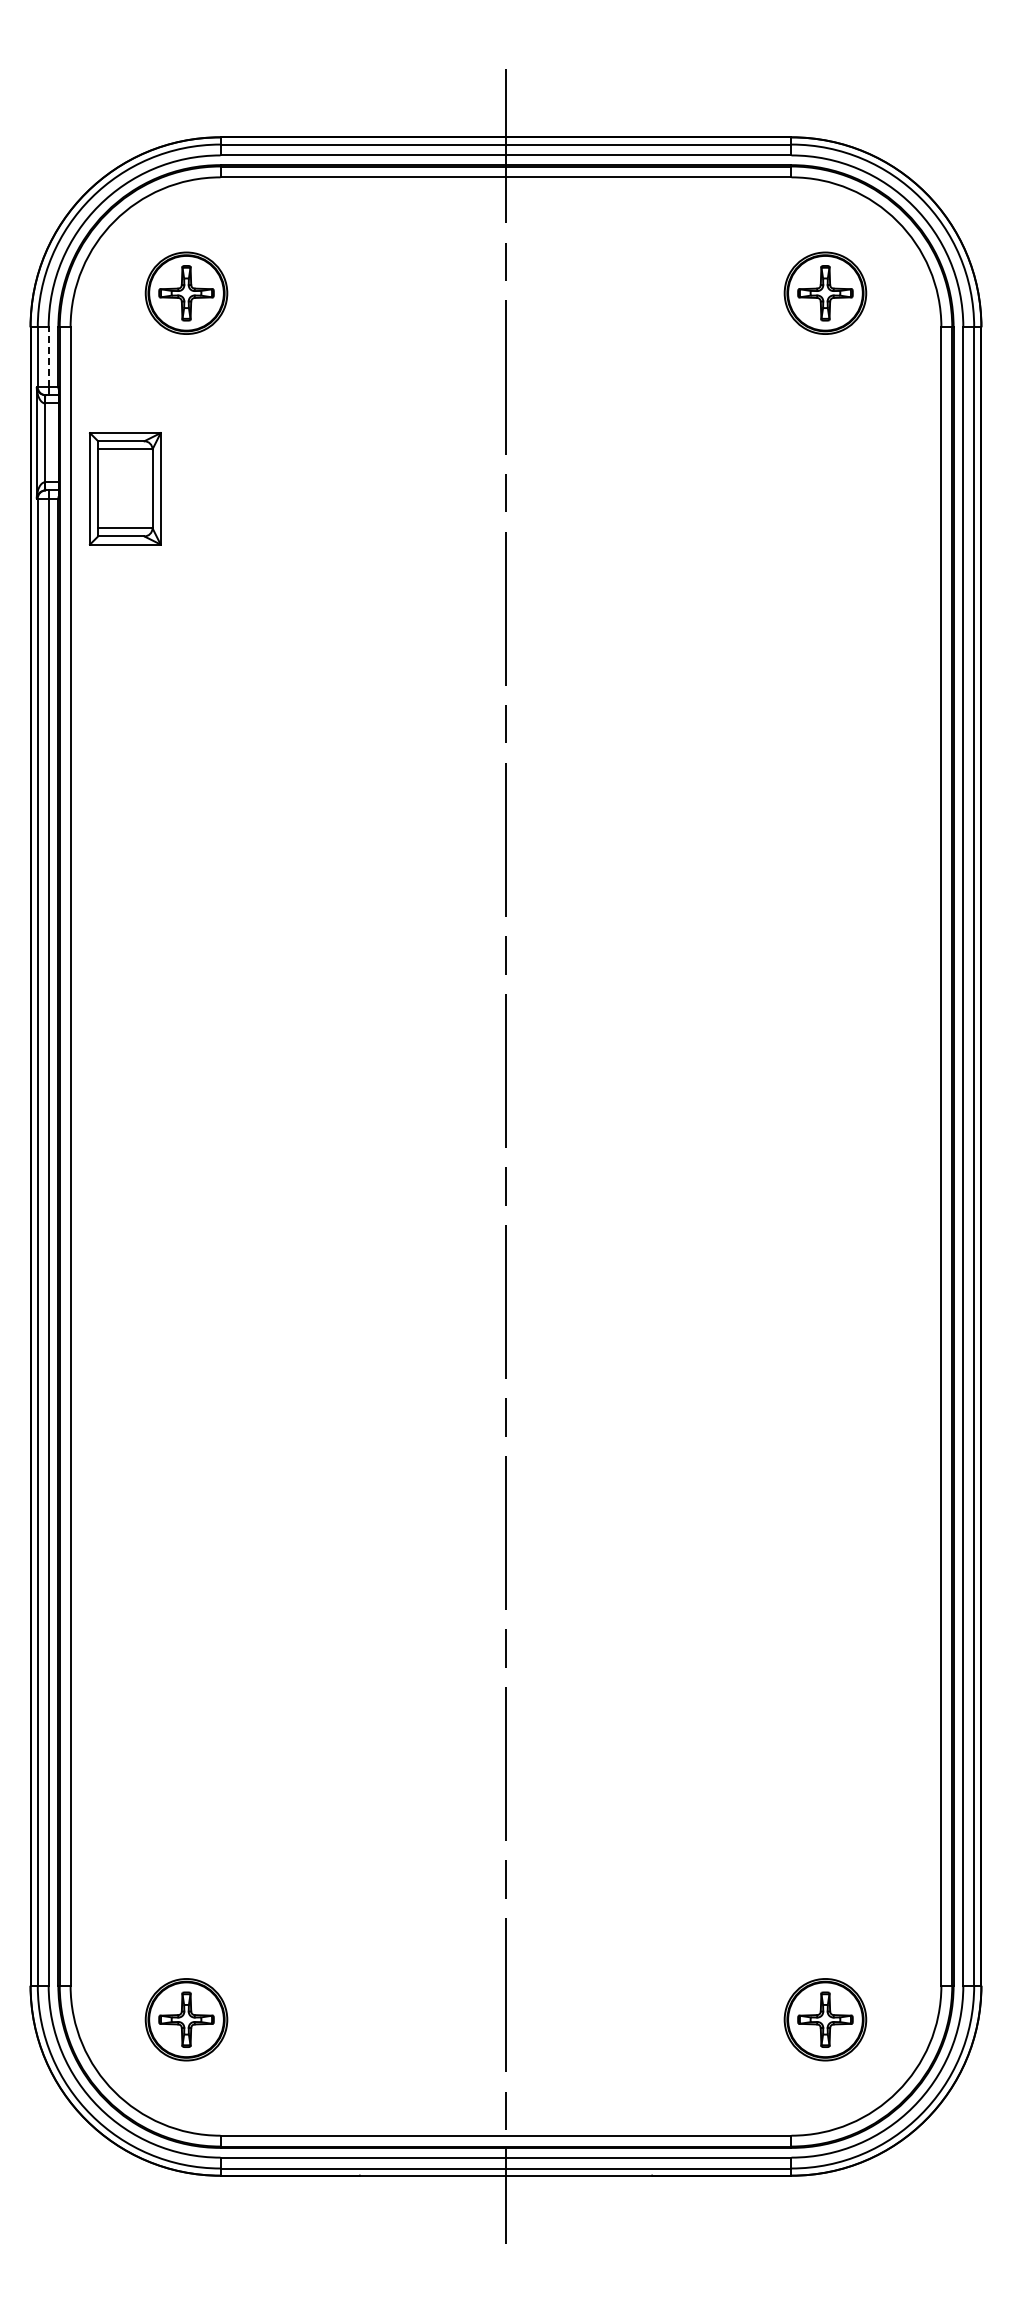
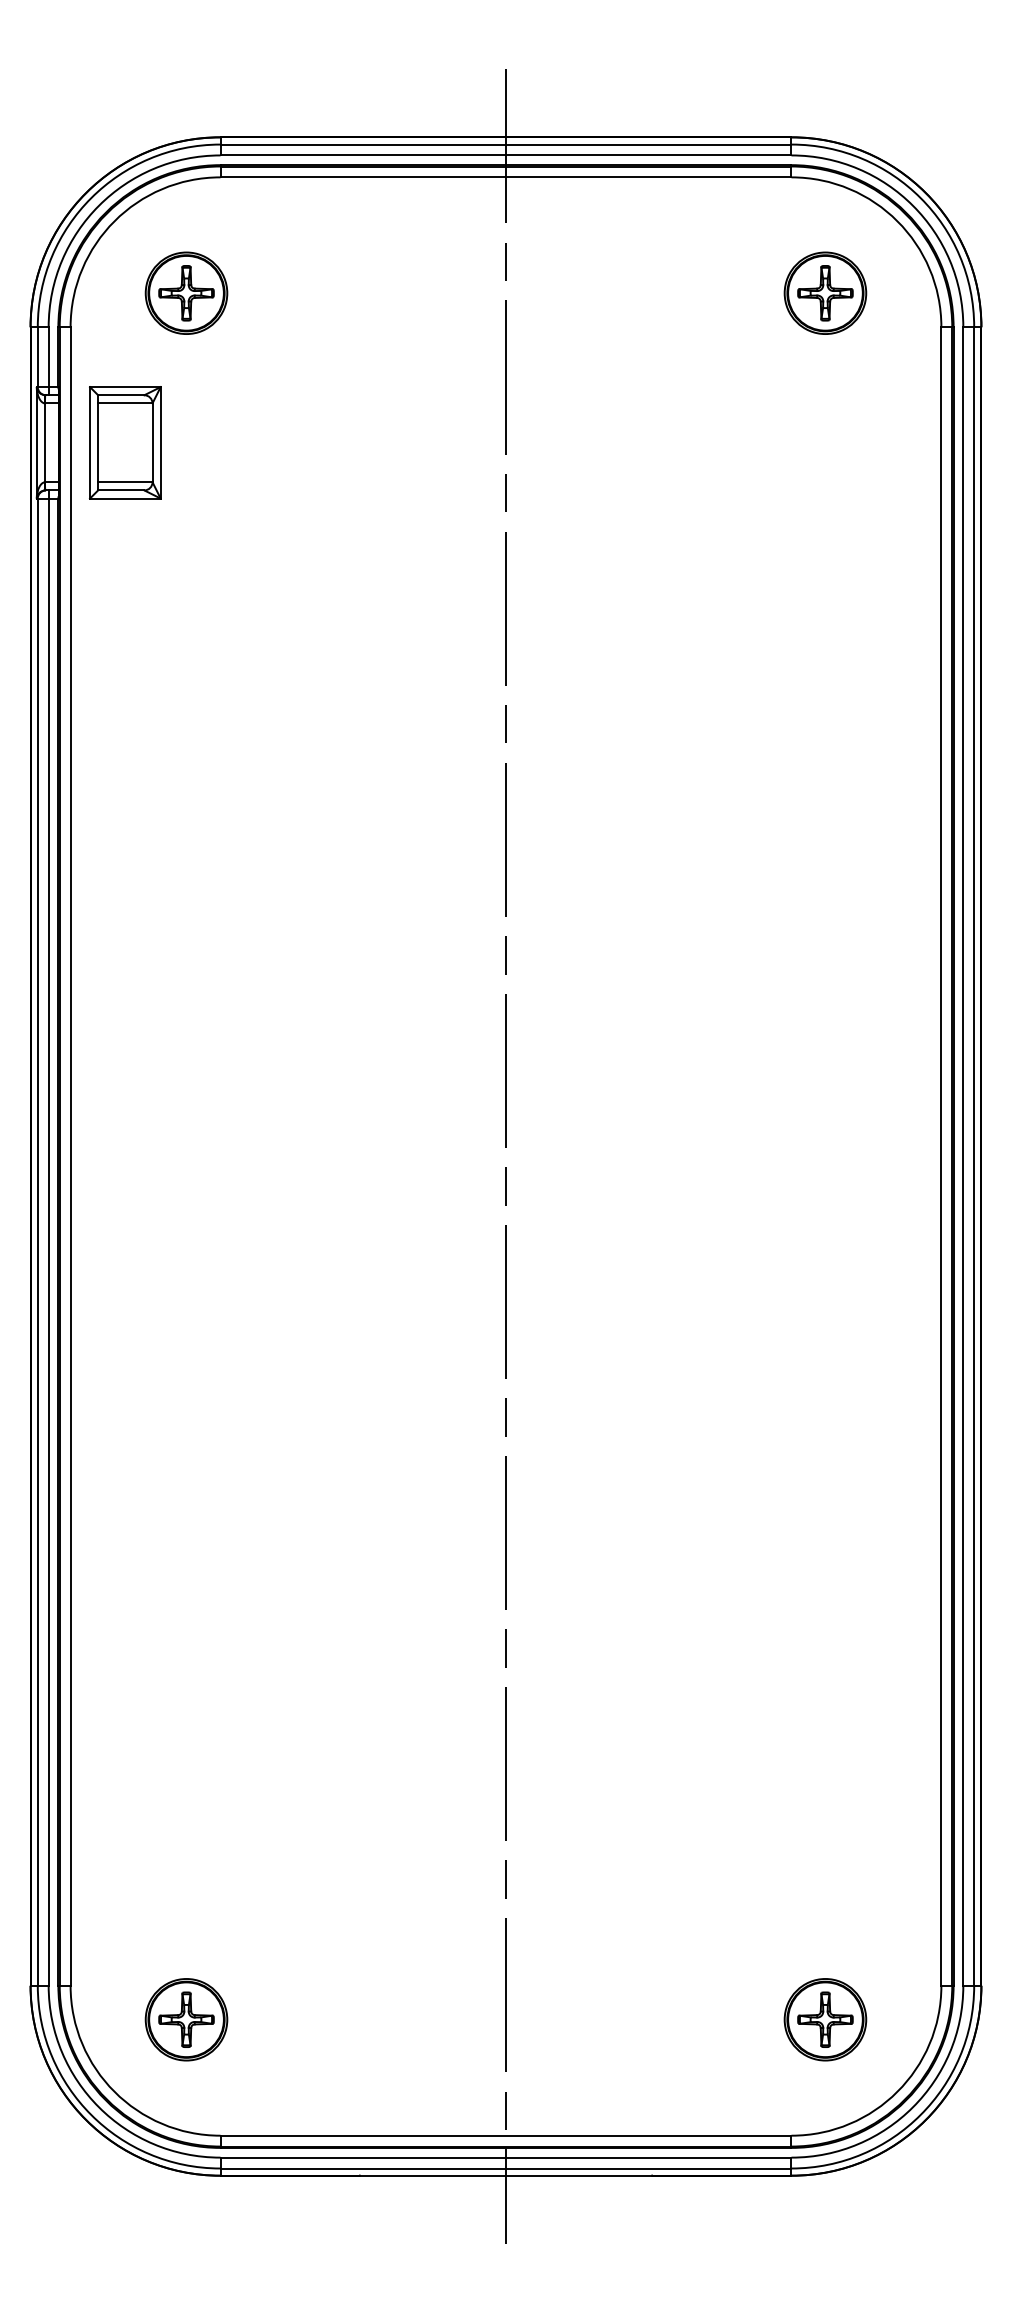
line at (48, 357): dashed -> solid
part at (125, 488) position: (125, 488) -> (125, 442)
